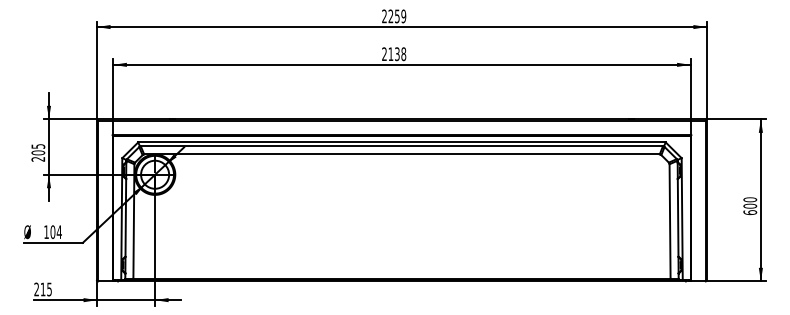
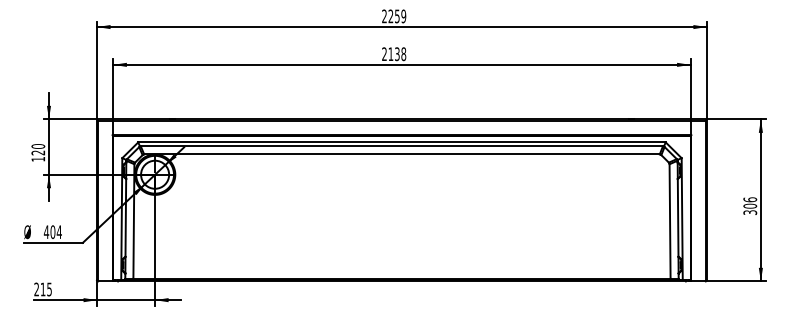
text at (38, 152): 205 -> 120
text at (750, 206): 600 -> 306
text at (46, 231): 104 -> 404
